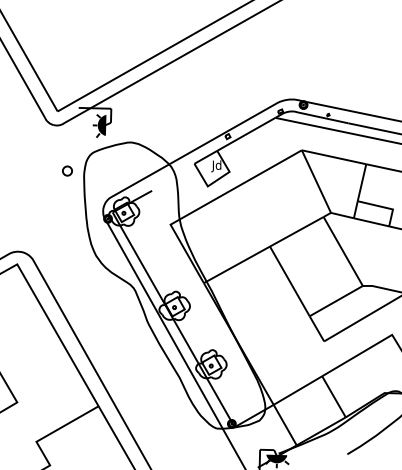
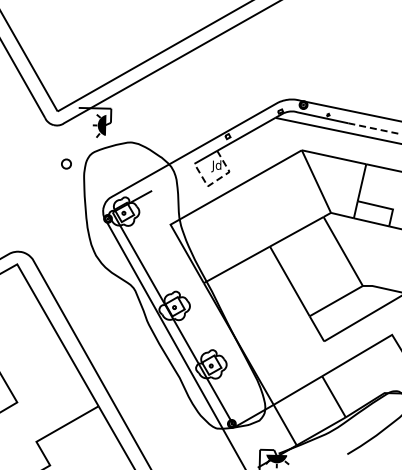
line at (375, 128): solid -> dashed
circle at (67, 170) position: (67, 170) -> (66, 163)
line at (217, 179): solid -> dashed
